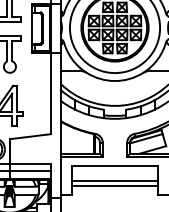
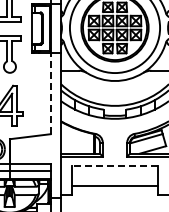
line at (50, 93): solid -> dashed
line at (115, 165): solid -> dashed
line at (114, 180): present -> none
